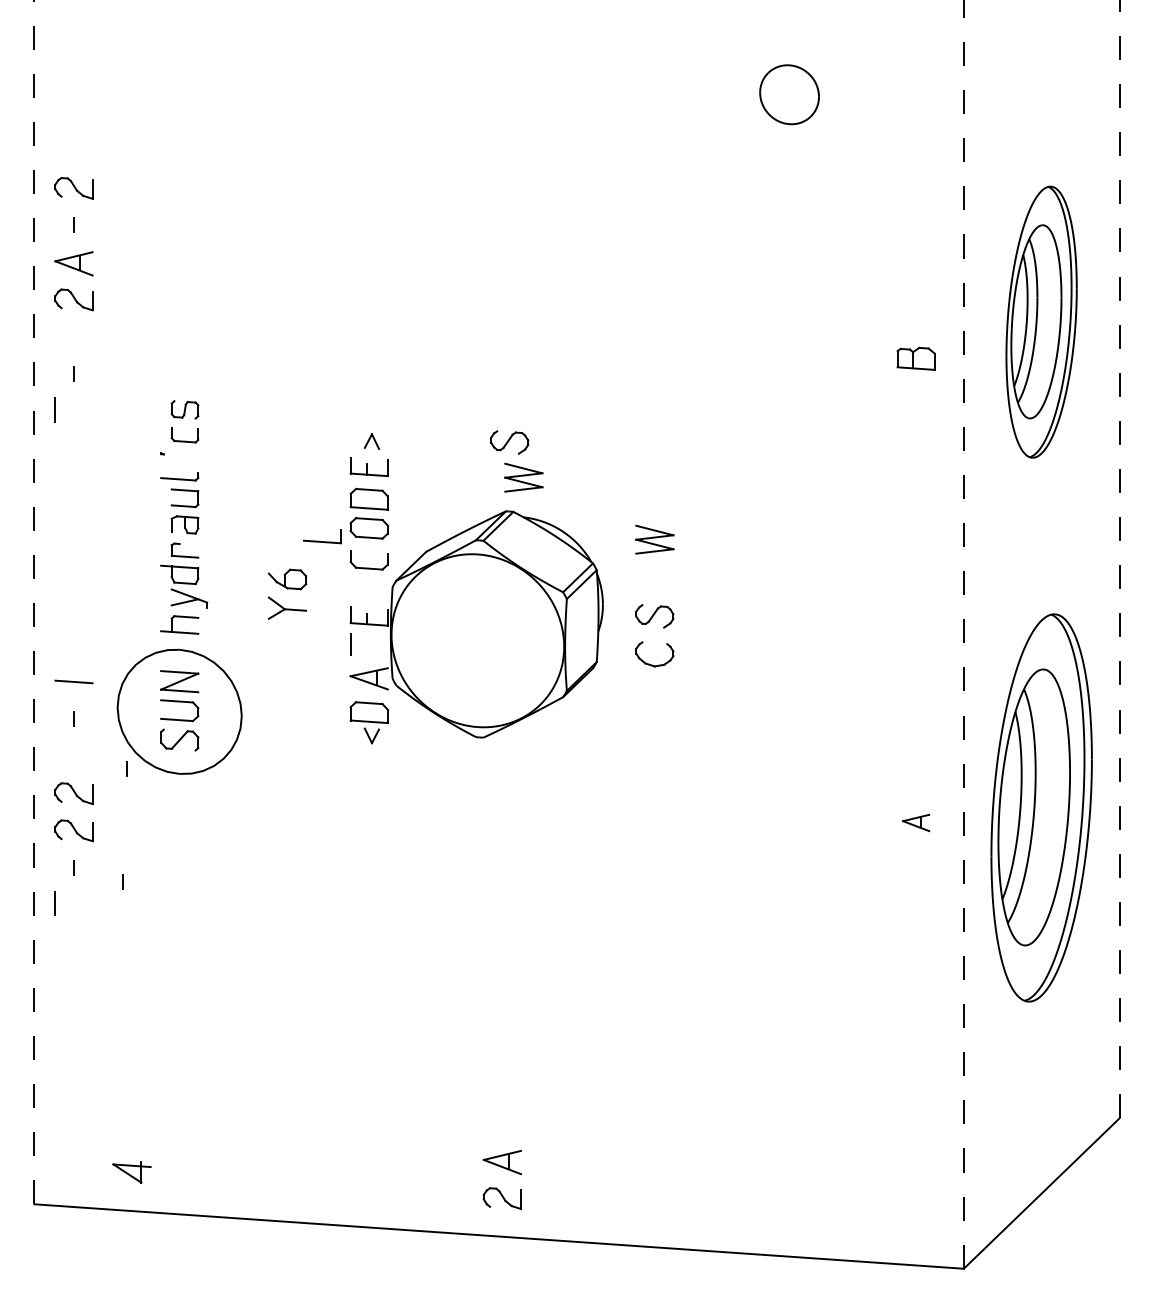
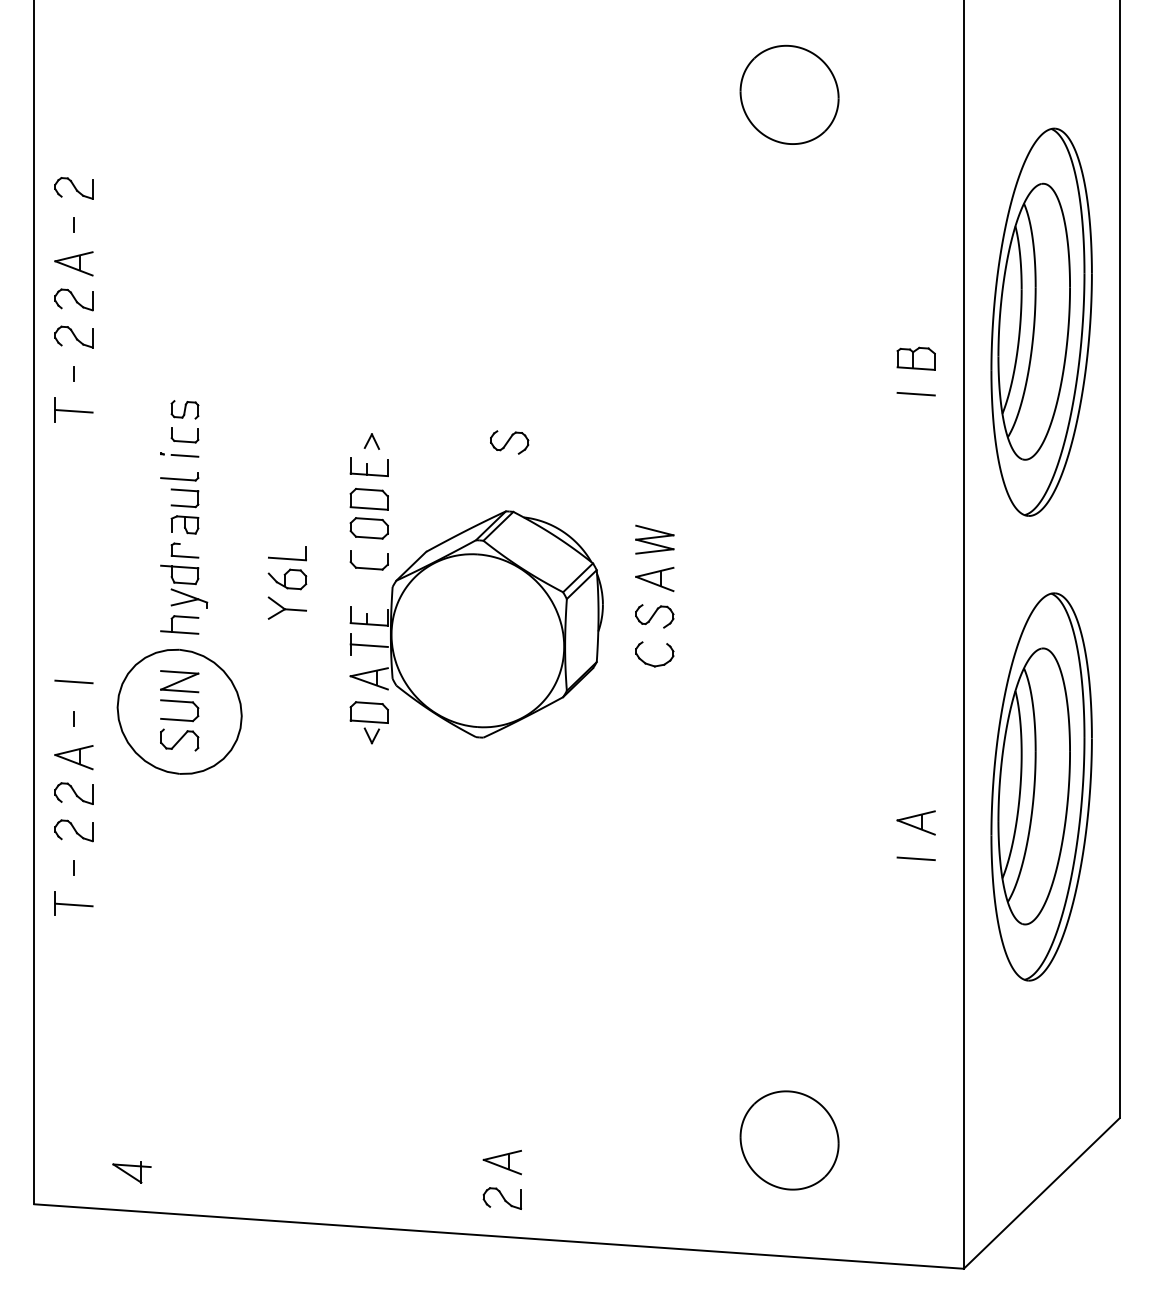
part at (789, 94) size: 61x62 px -> 101x101 px
part at (1041, 321) size: 73x274 px -> 103x390 px
part at (73, 336): none -> present
line at (915, 393): none -> present
line at (73, 411): none -> present
line at (184, 455): none -> present
part at (523, 477): present -> none
part at (322, 536) position: (322, 536) -> (287, 553)
line at (1119, 559): dashed -> solid
part at (654, 579): none -> present
line at (34, 602): dashed -> solid
line at (963, 634): dashed -> solid
line at (368, 645): none -> present
part at (73, 757): none -> present
line at (126, 768): present -> none
part at (1041, 807) position: (1041, 807) -> (1041, 786)
part at (916, 822) size: 29x20 px -> 40x26 px
line at (915, 858): none -> present
line at (122, 881): present -> none
line at (73, 904): none -> present
part at (789, 1140): none -> present
